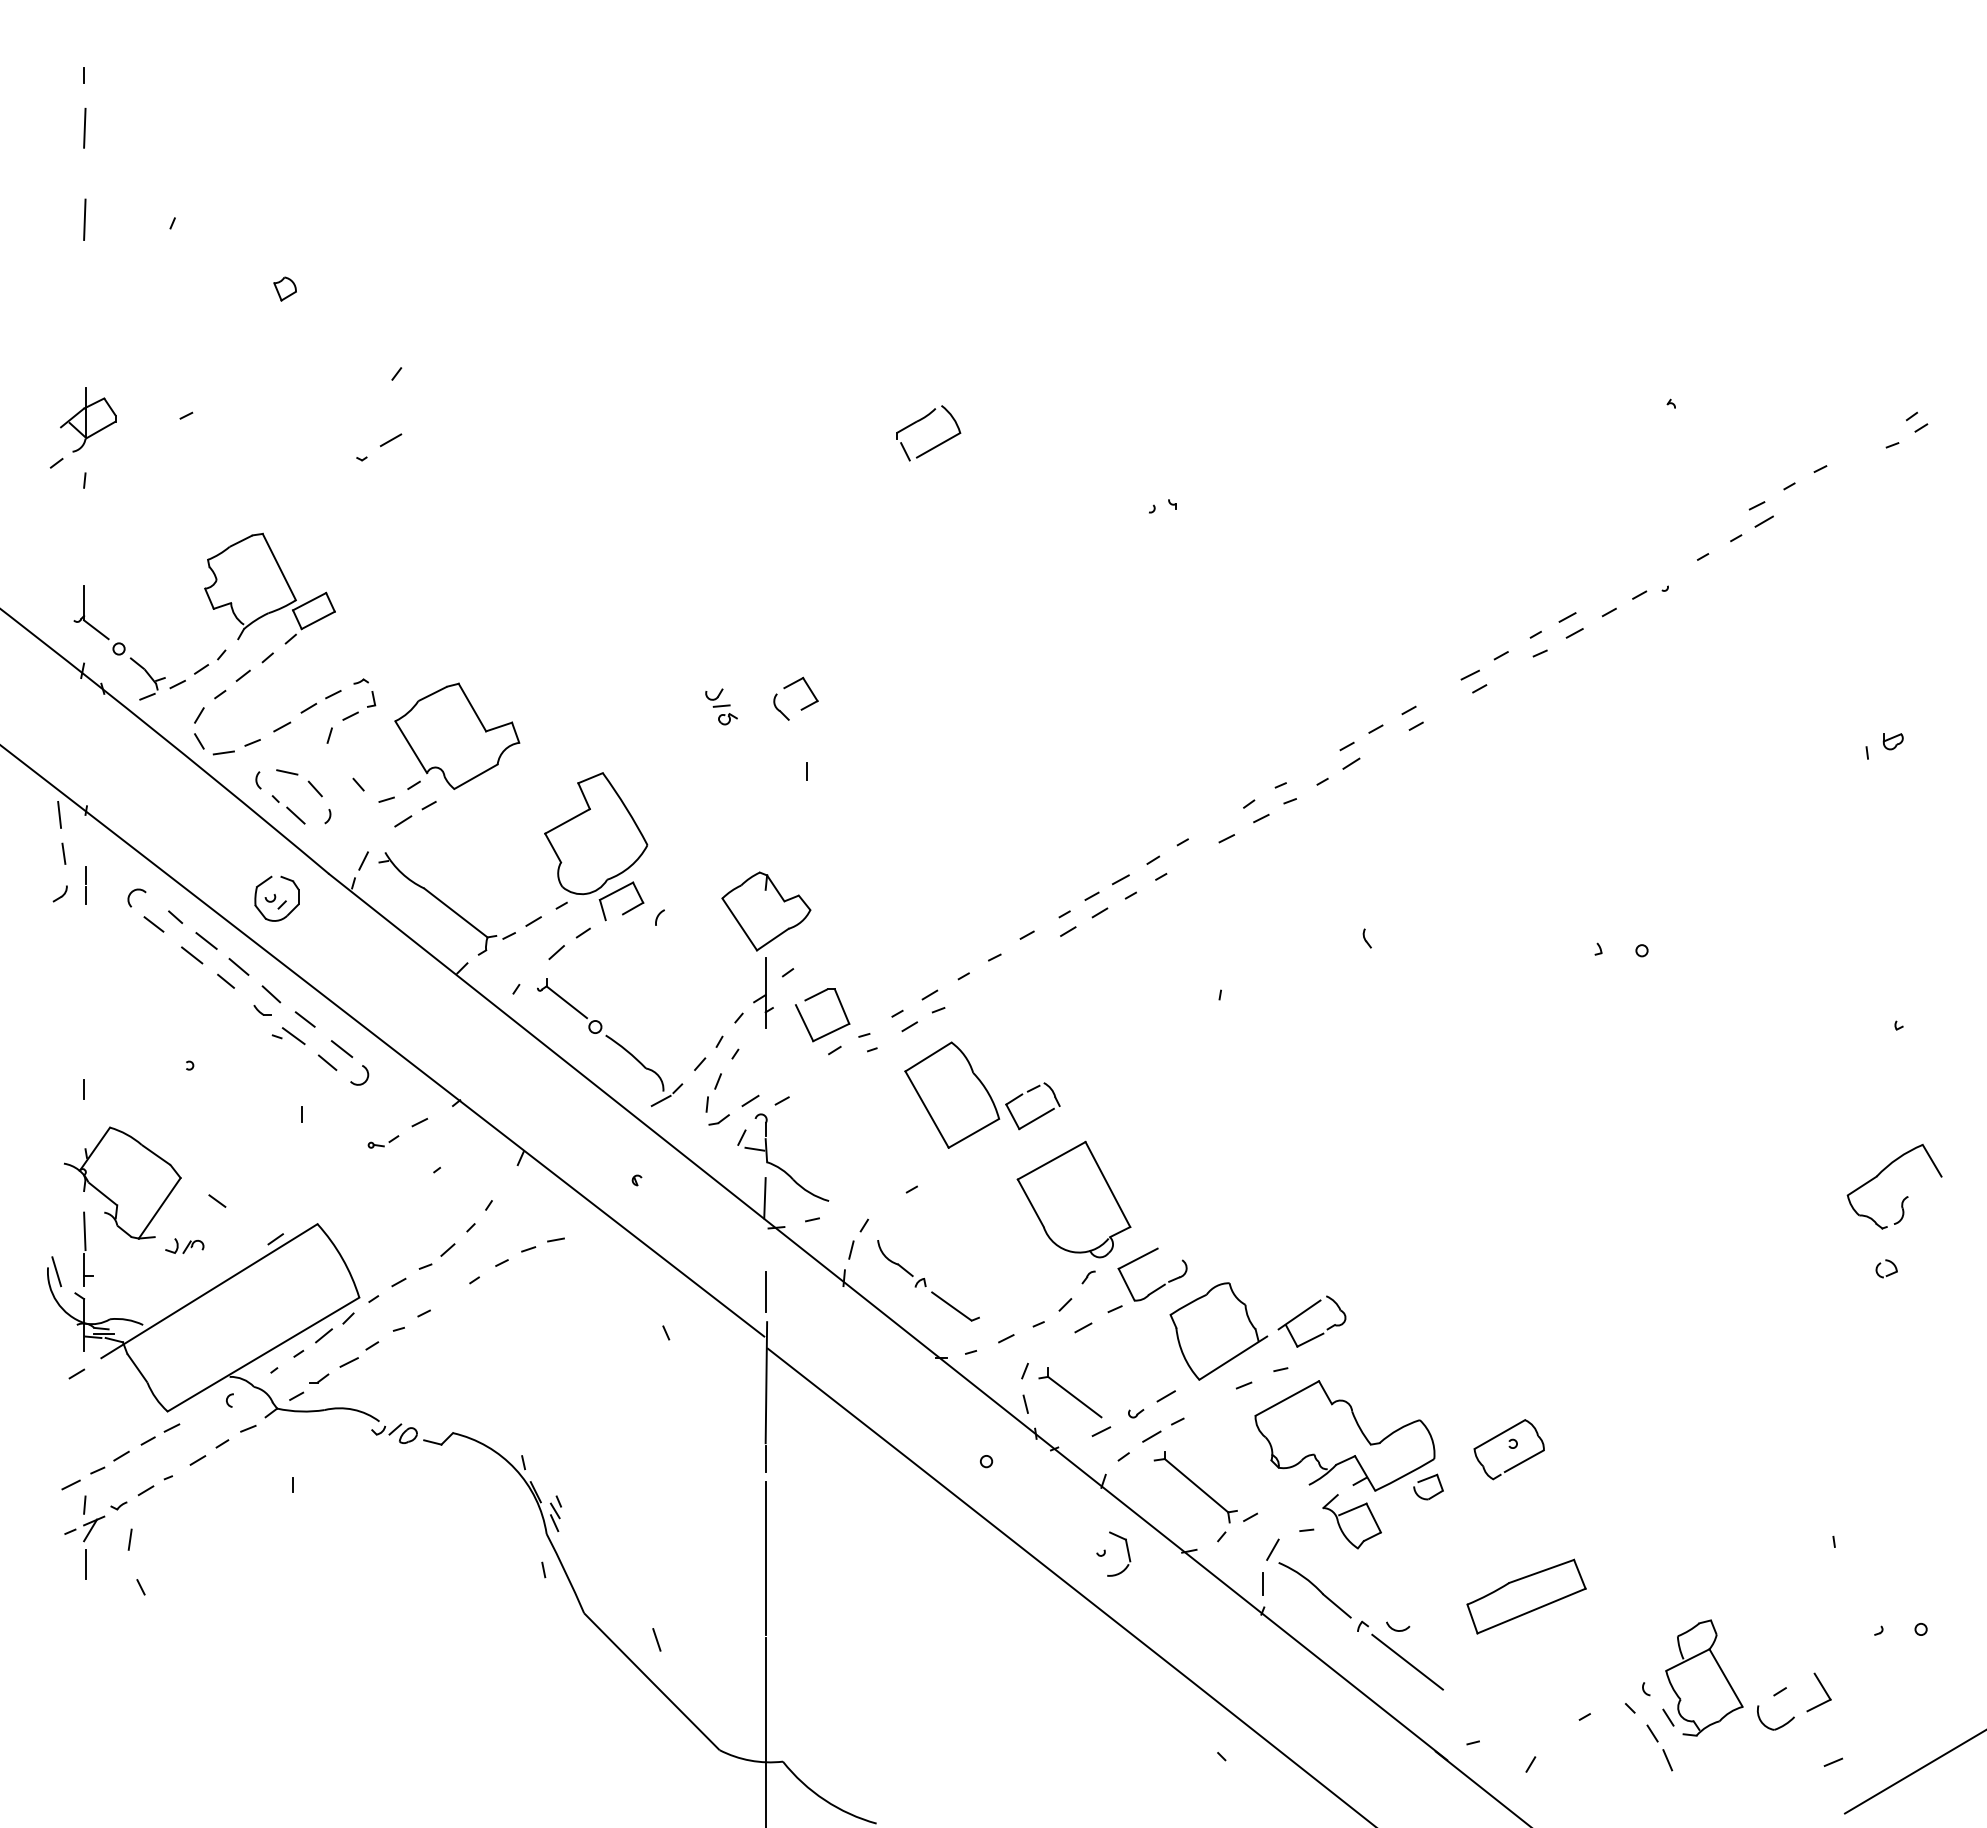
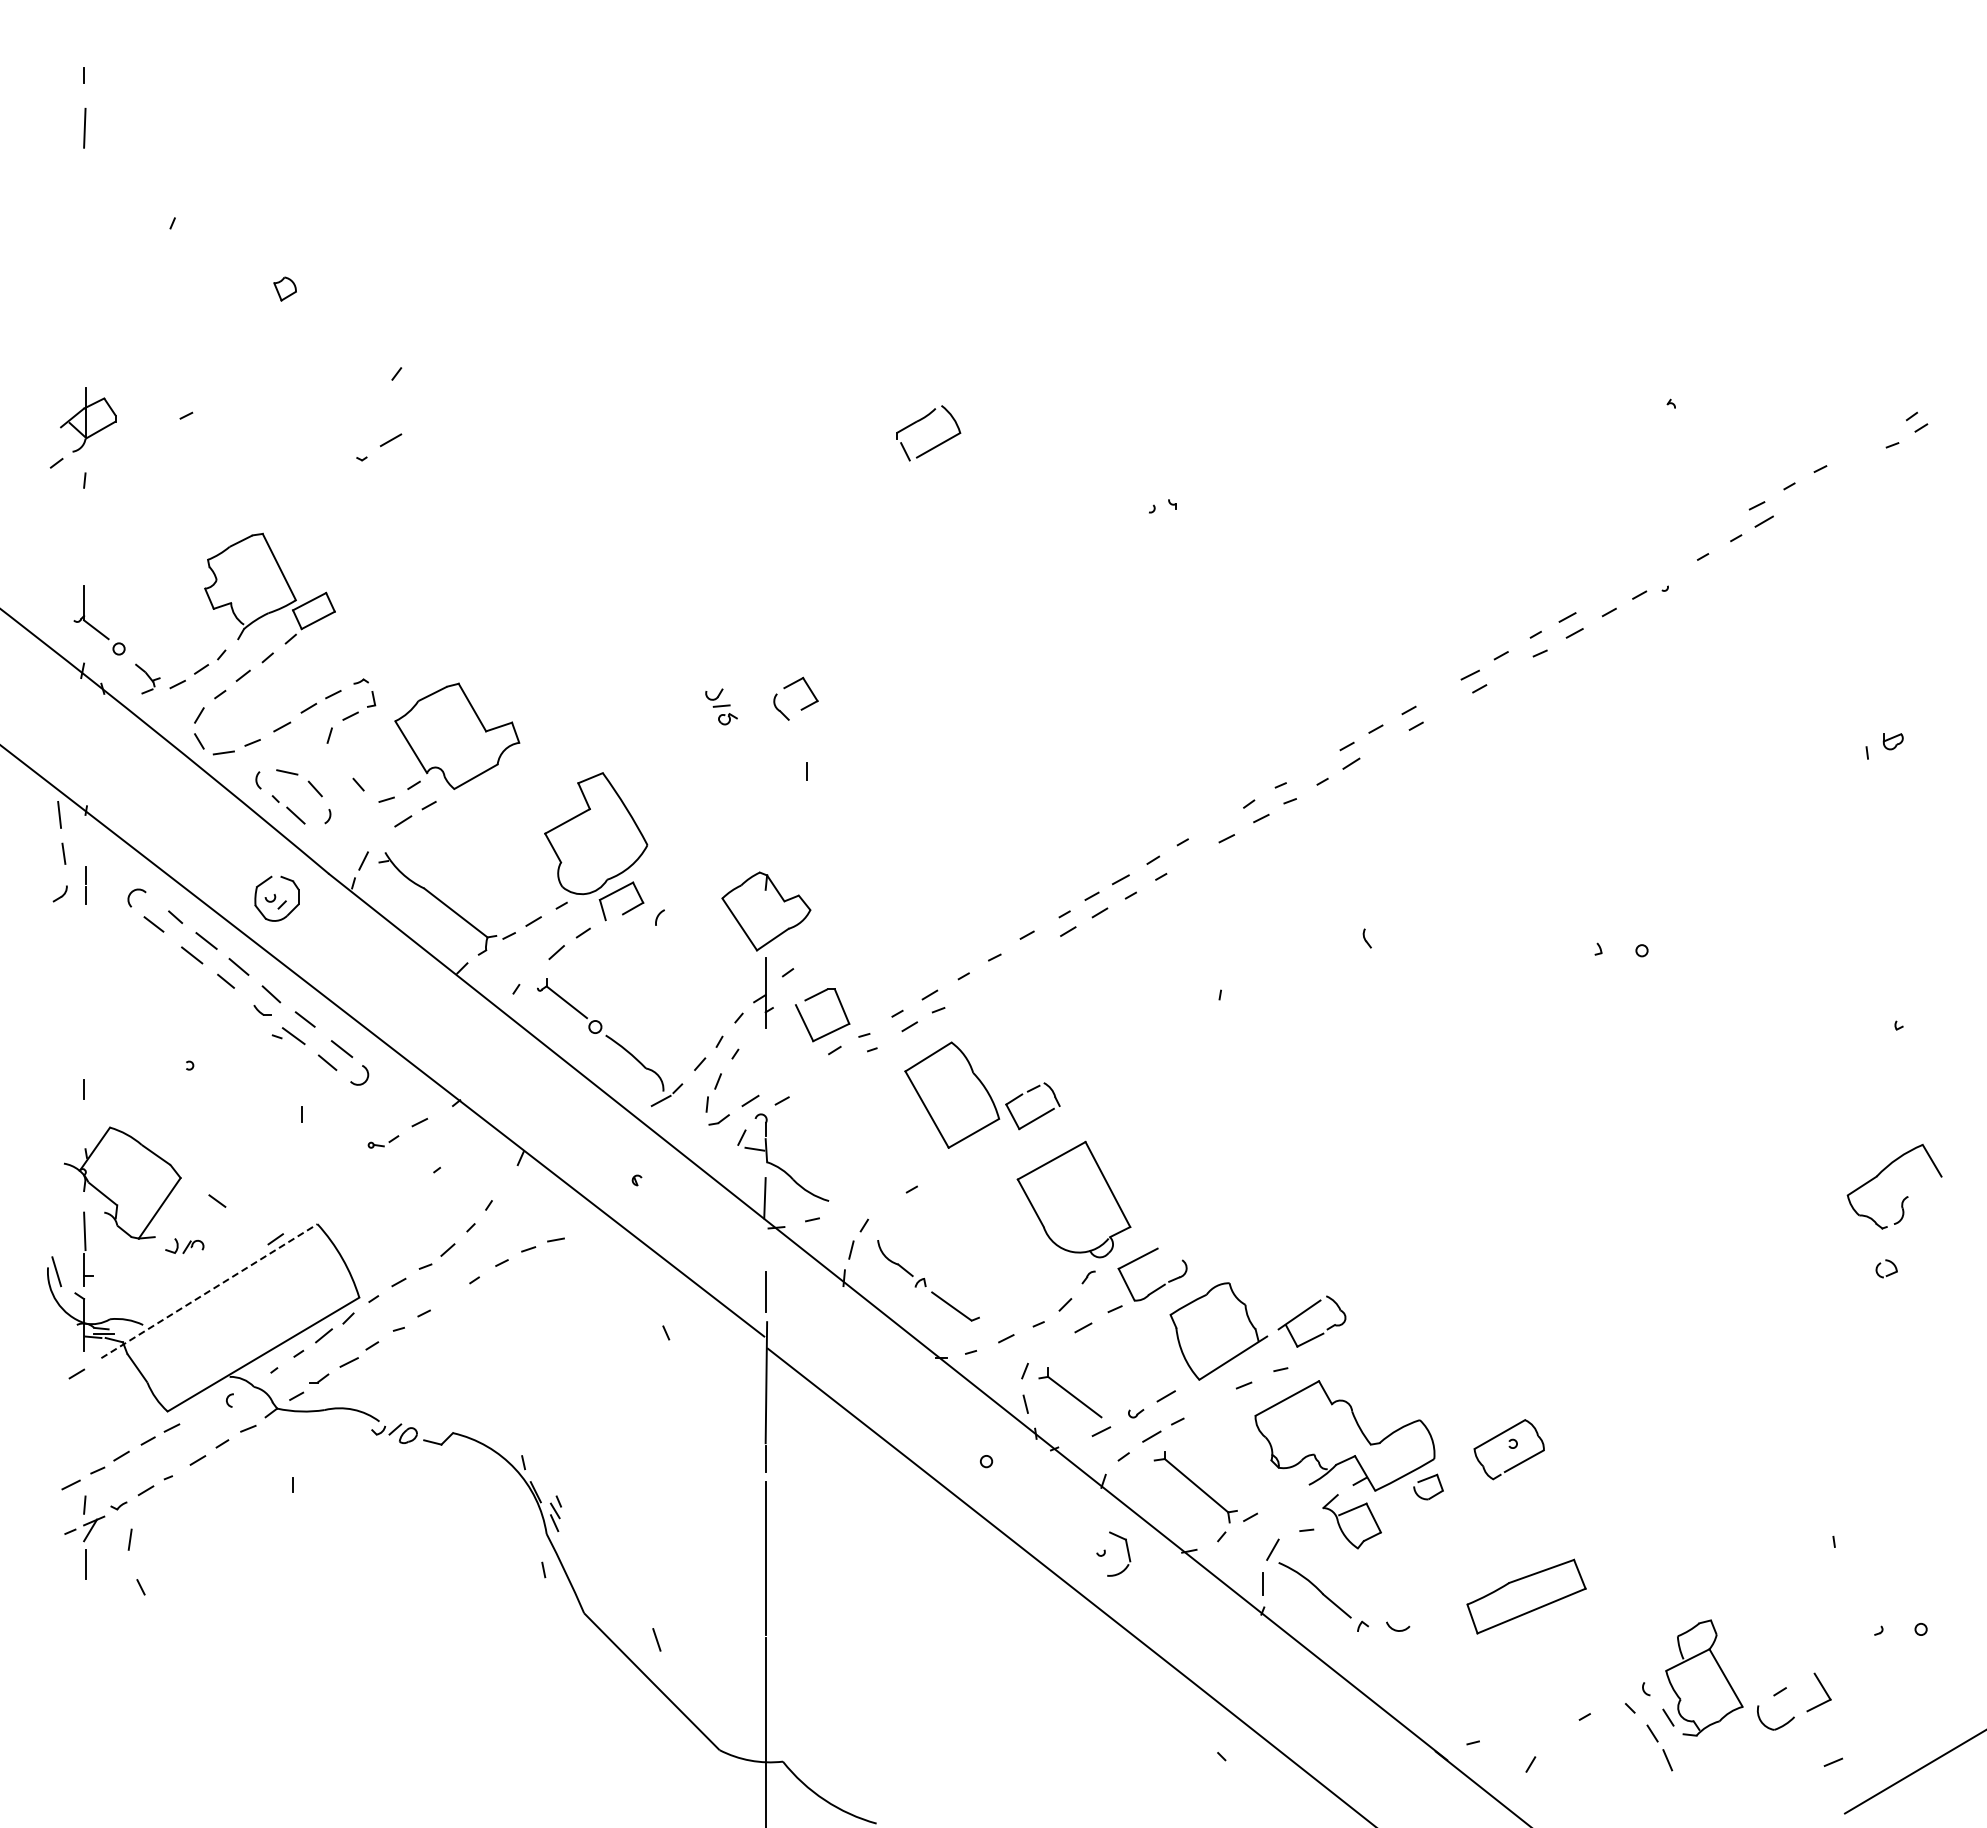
line at (84, 219): present -> none
part at (147, 678) size: 37x44 px -> 26x32 px
line at (209, 1290): solid -> dashed
line at (1407, 1661): present -> none
